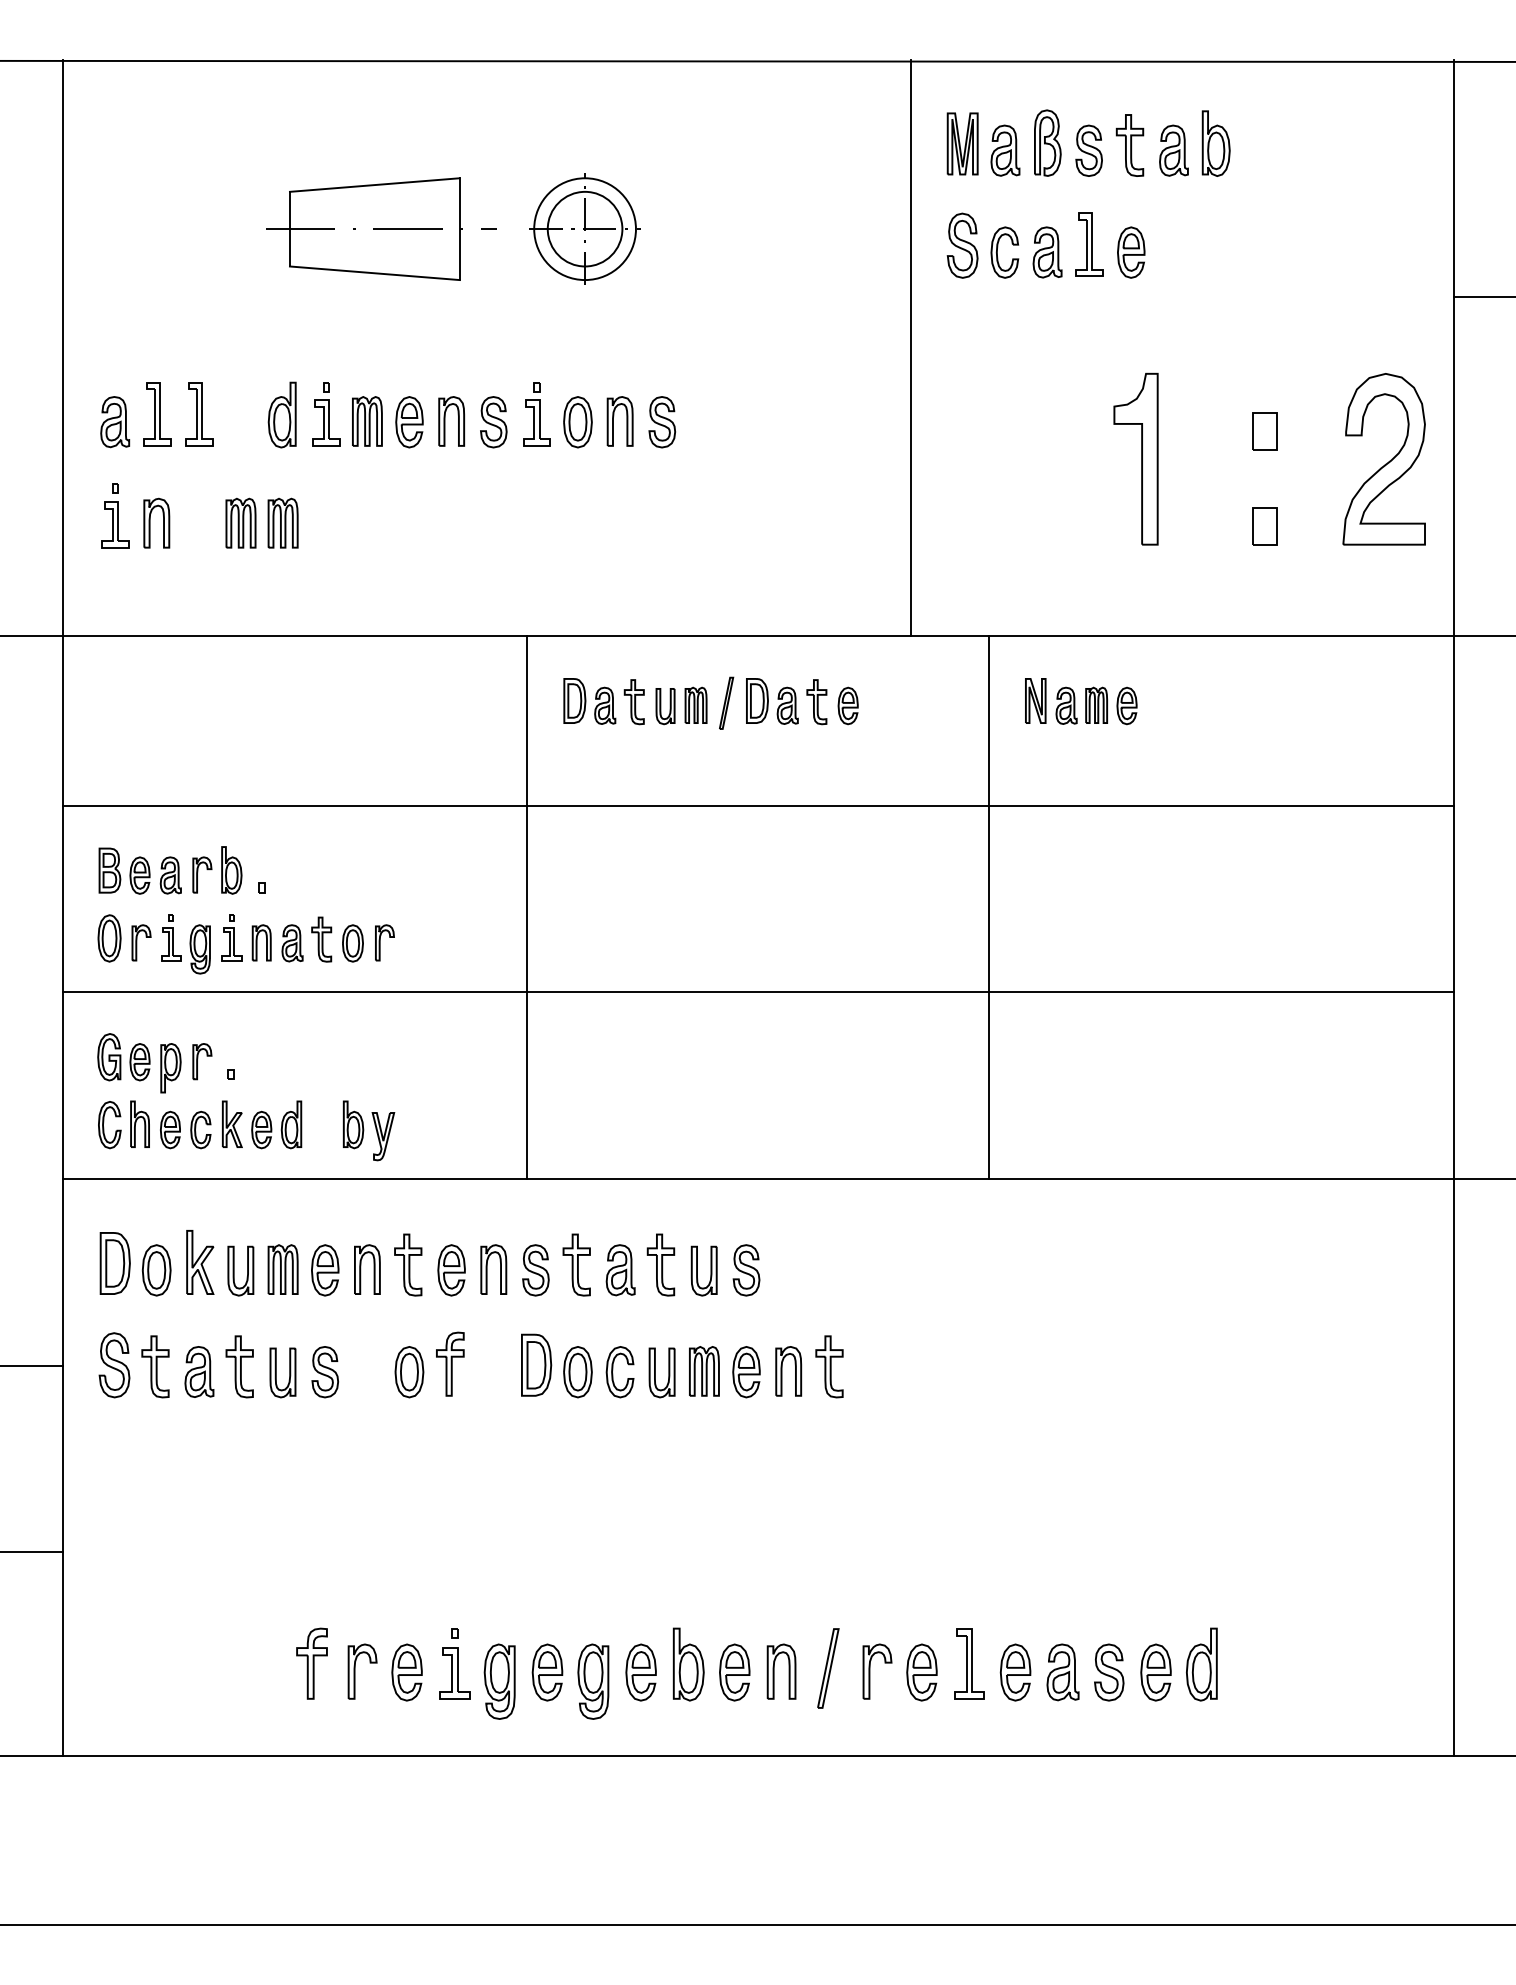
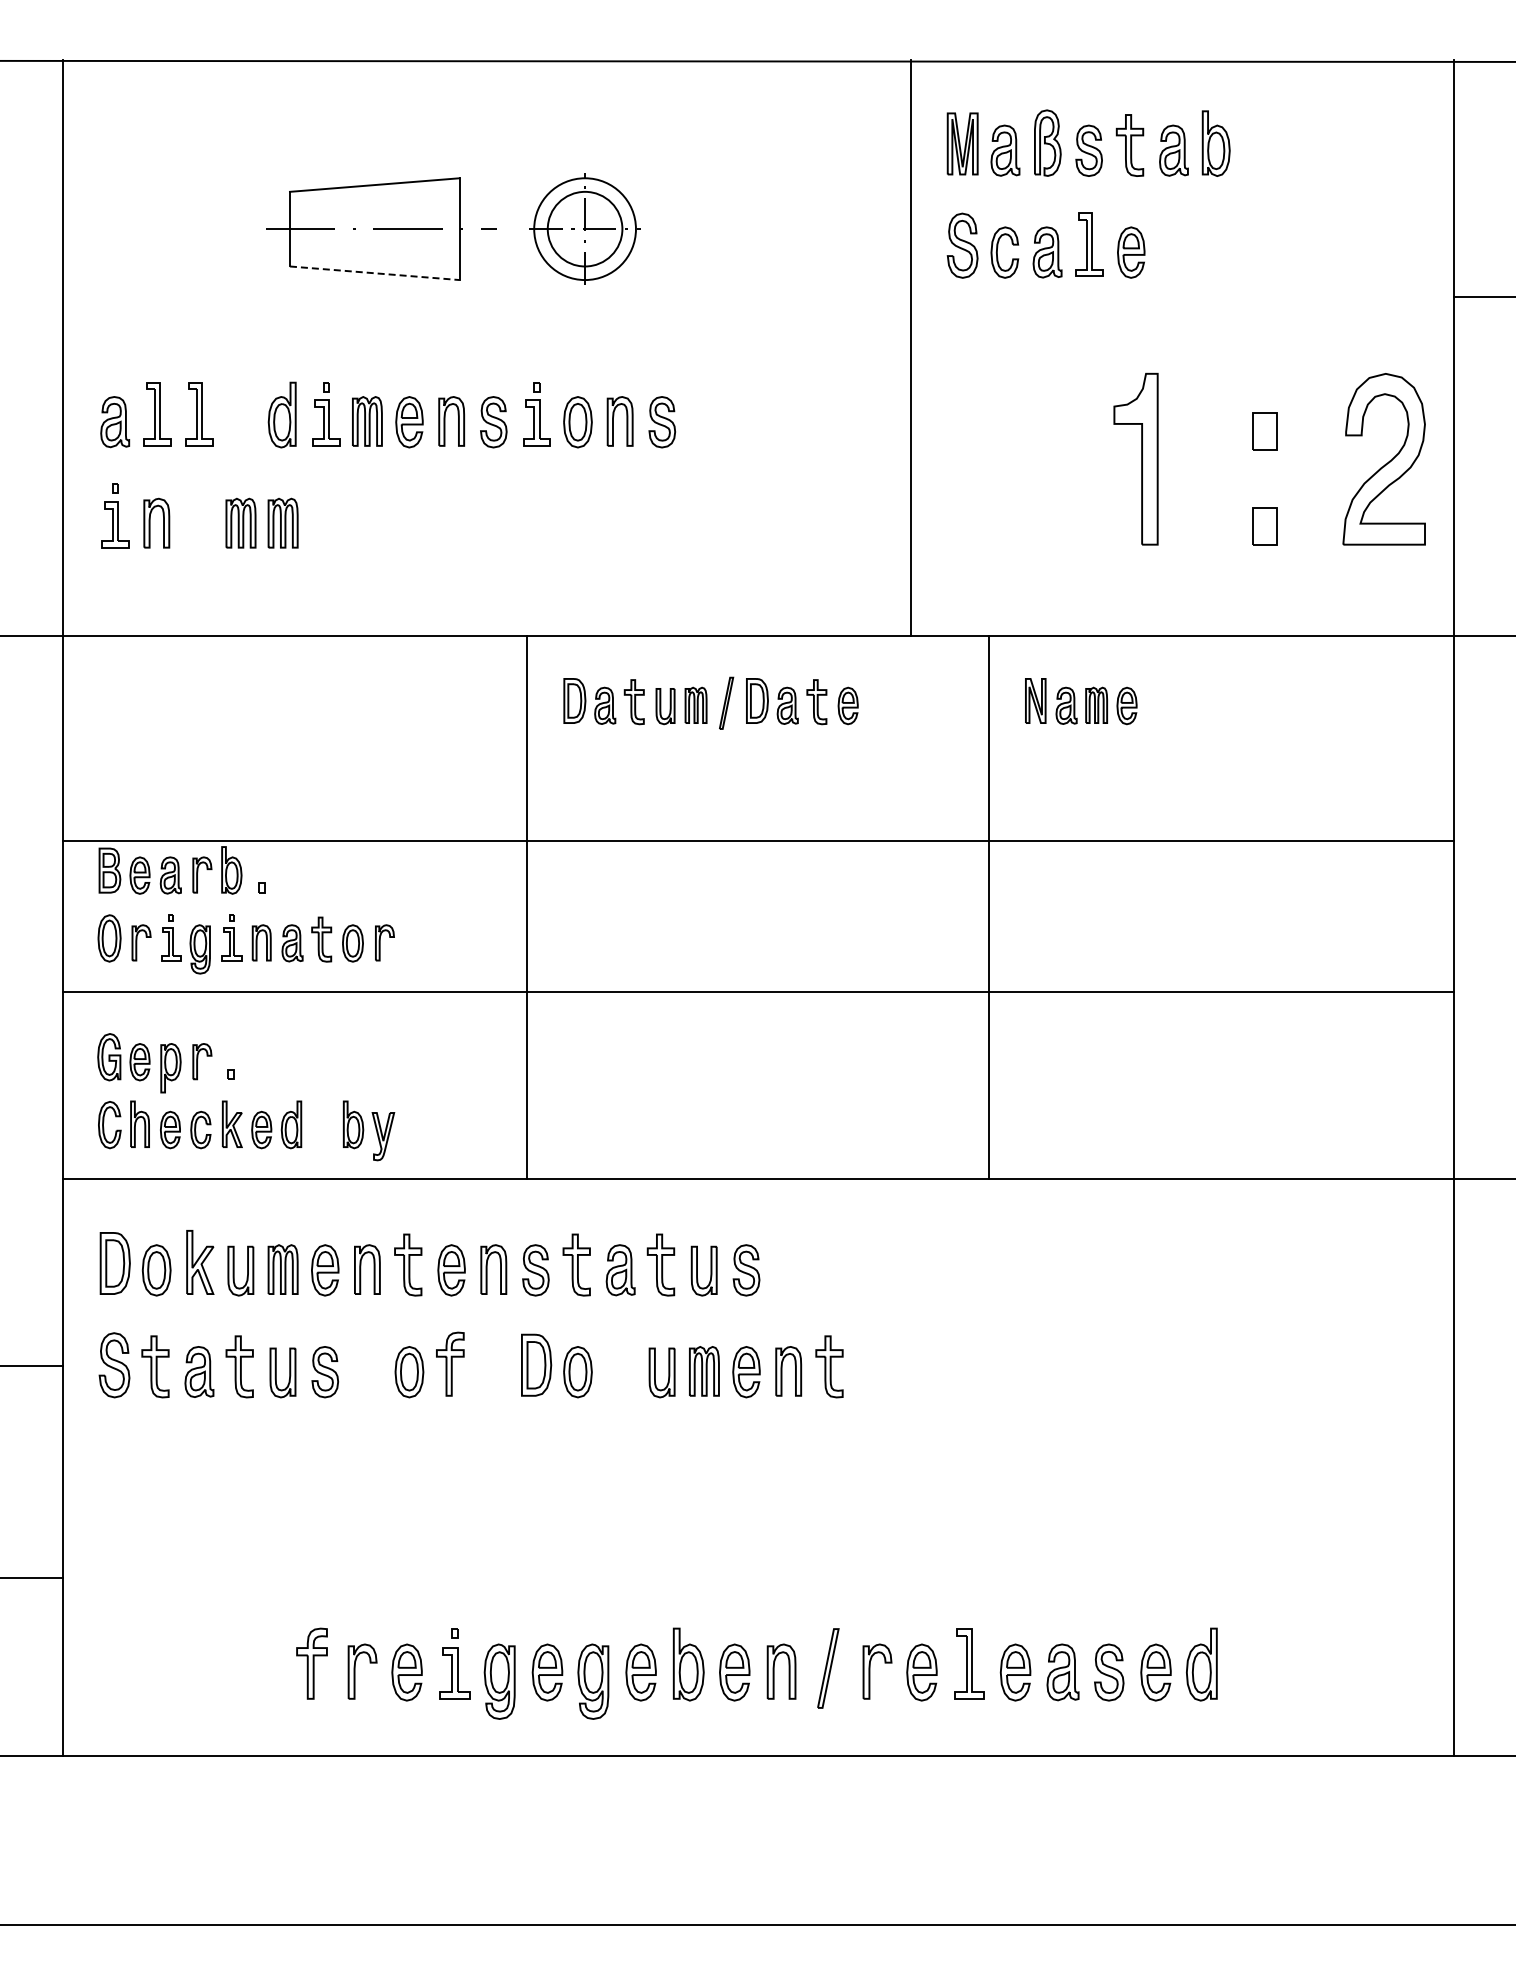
line at (375, 273): solid -> dashed
line at (757, 805) position: (757, 805) -> (757, 840)
part at (613, 1373): present -> none
line at (32, 1552) position: (32, 1552) -> (32, 1578)
